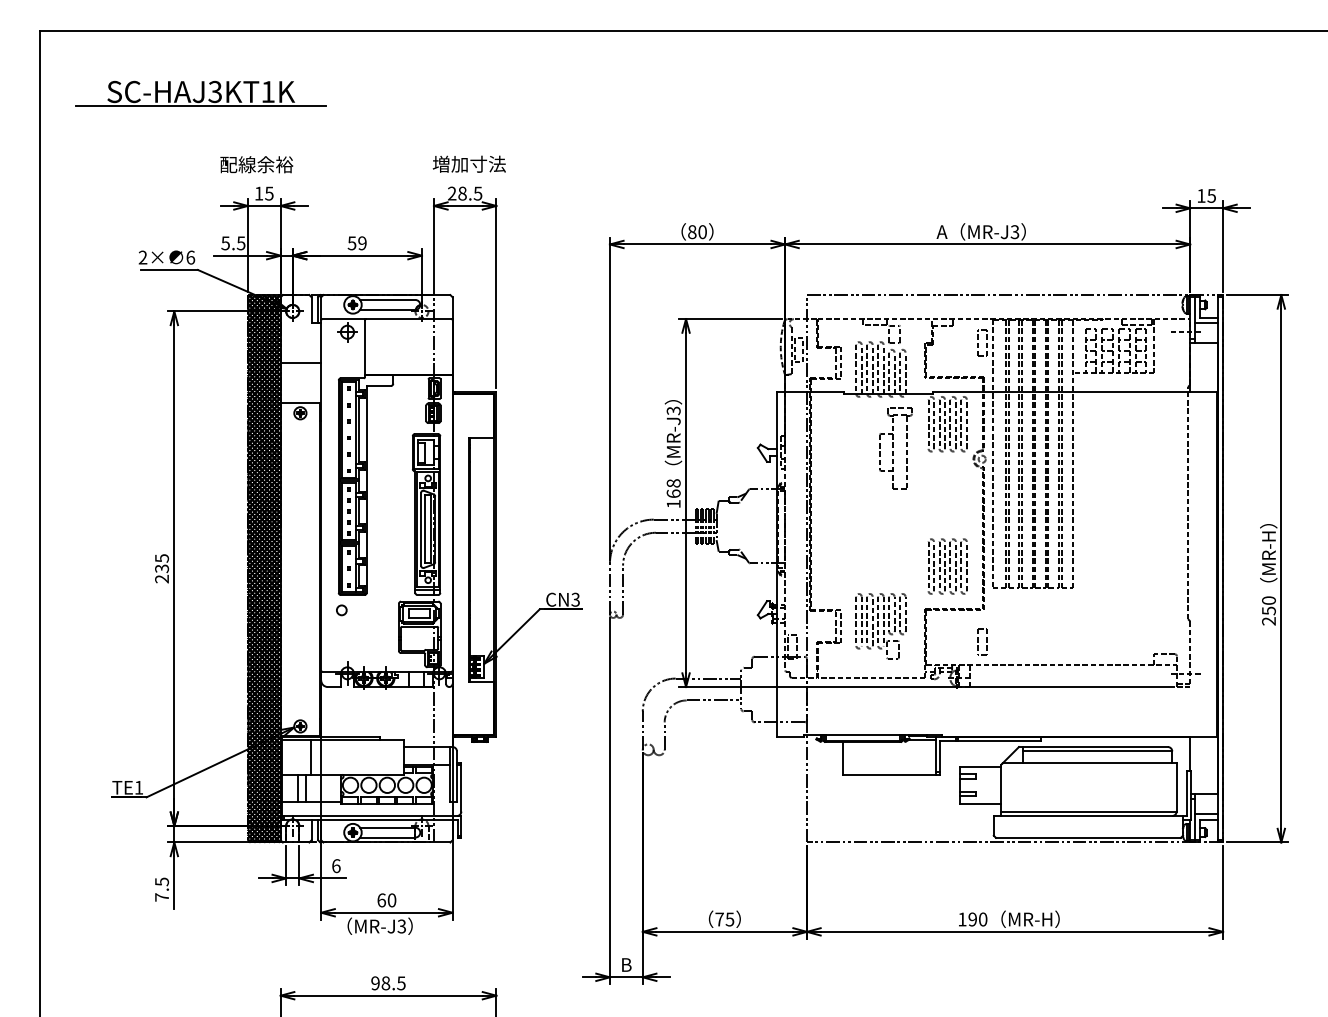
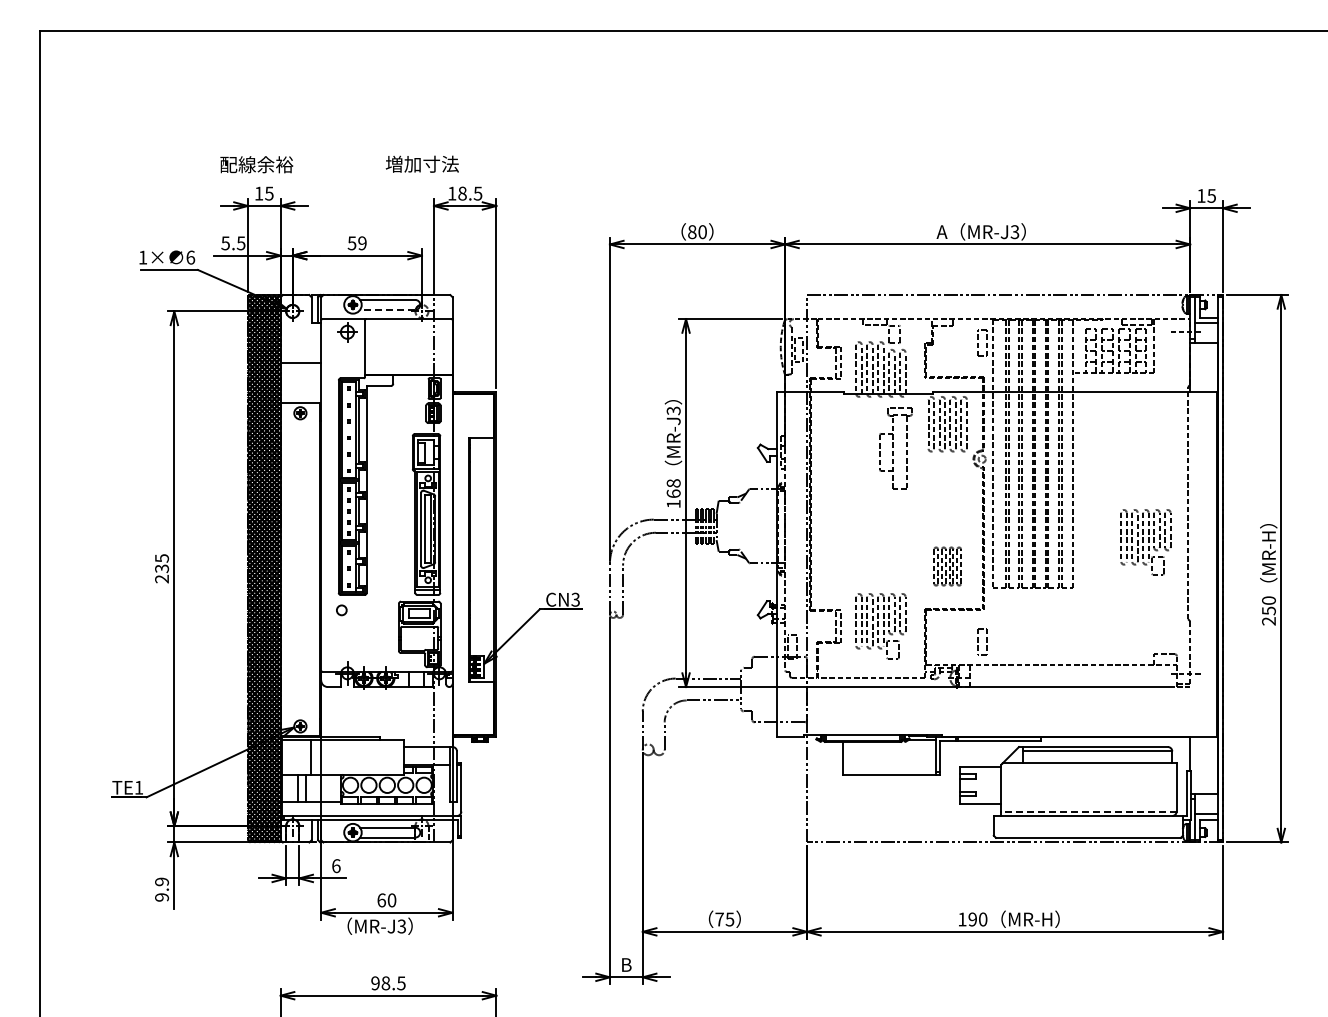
part at (200, 93): present -> none
text at (468, 163) position: (468, 163) -> (421, 163)
text at (452, 193): 28.5 -> 18.5
text at (142, 257): 2× -> 1×
line at (387, 309): solid -> dashed
part at (1145, 542): none -> present
part at (947, 566) size: 41x57 px -> 29x41 px
line at (1089, 811): solid -> dashed
text at (162, 889): 7.5 -> 9.9
